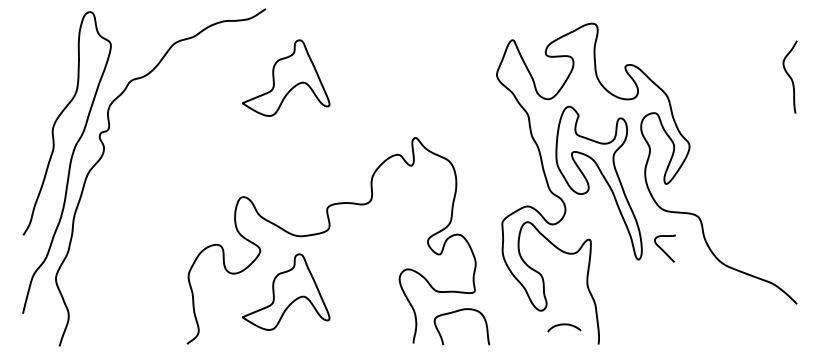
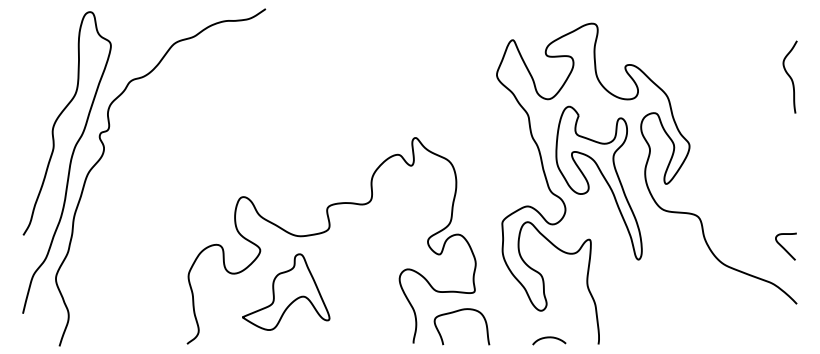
part at (286, 77): present -> none
curve at (663, 249) position: (663, 249) -> (784, 247)
curve at (564, 325) position: (564, 325) -> (549, 338)
